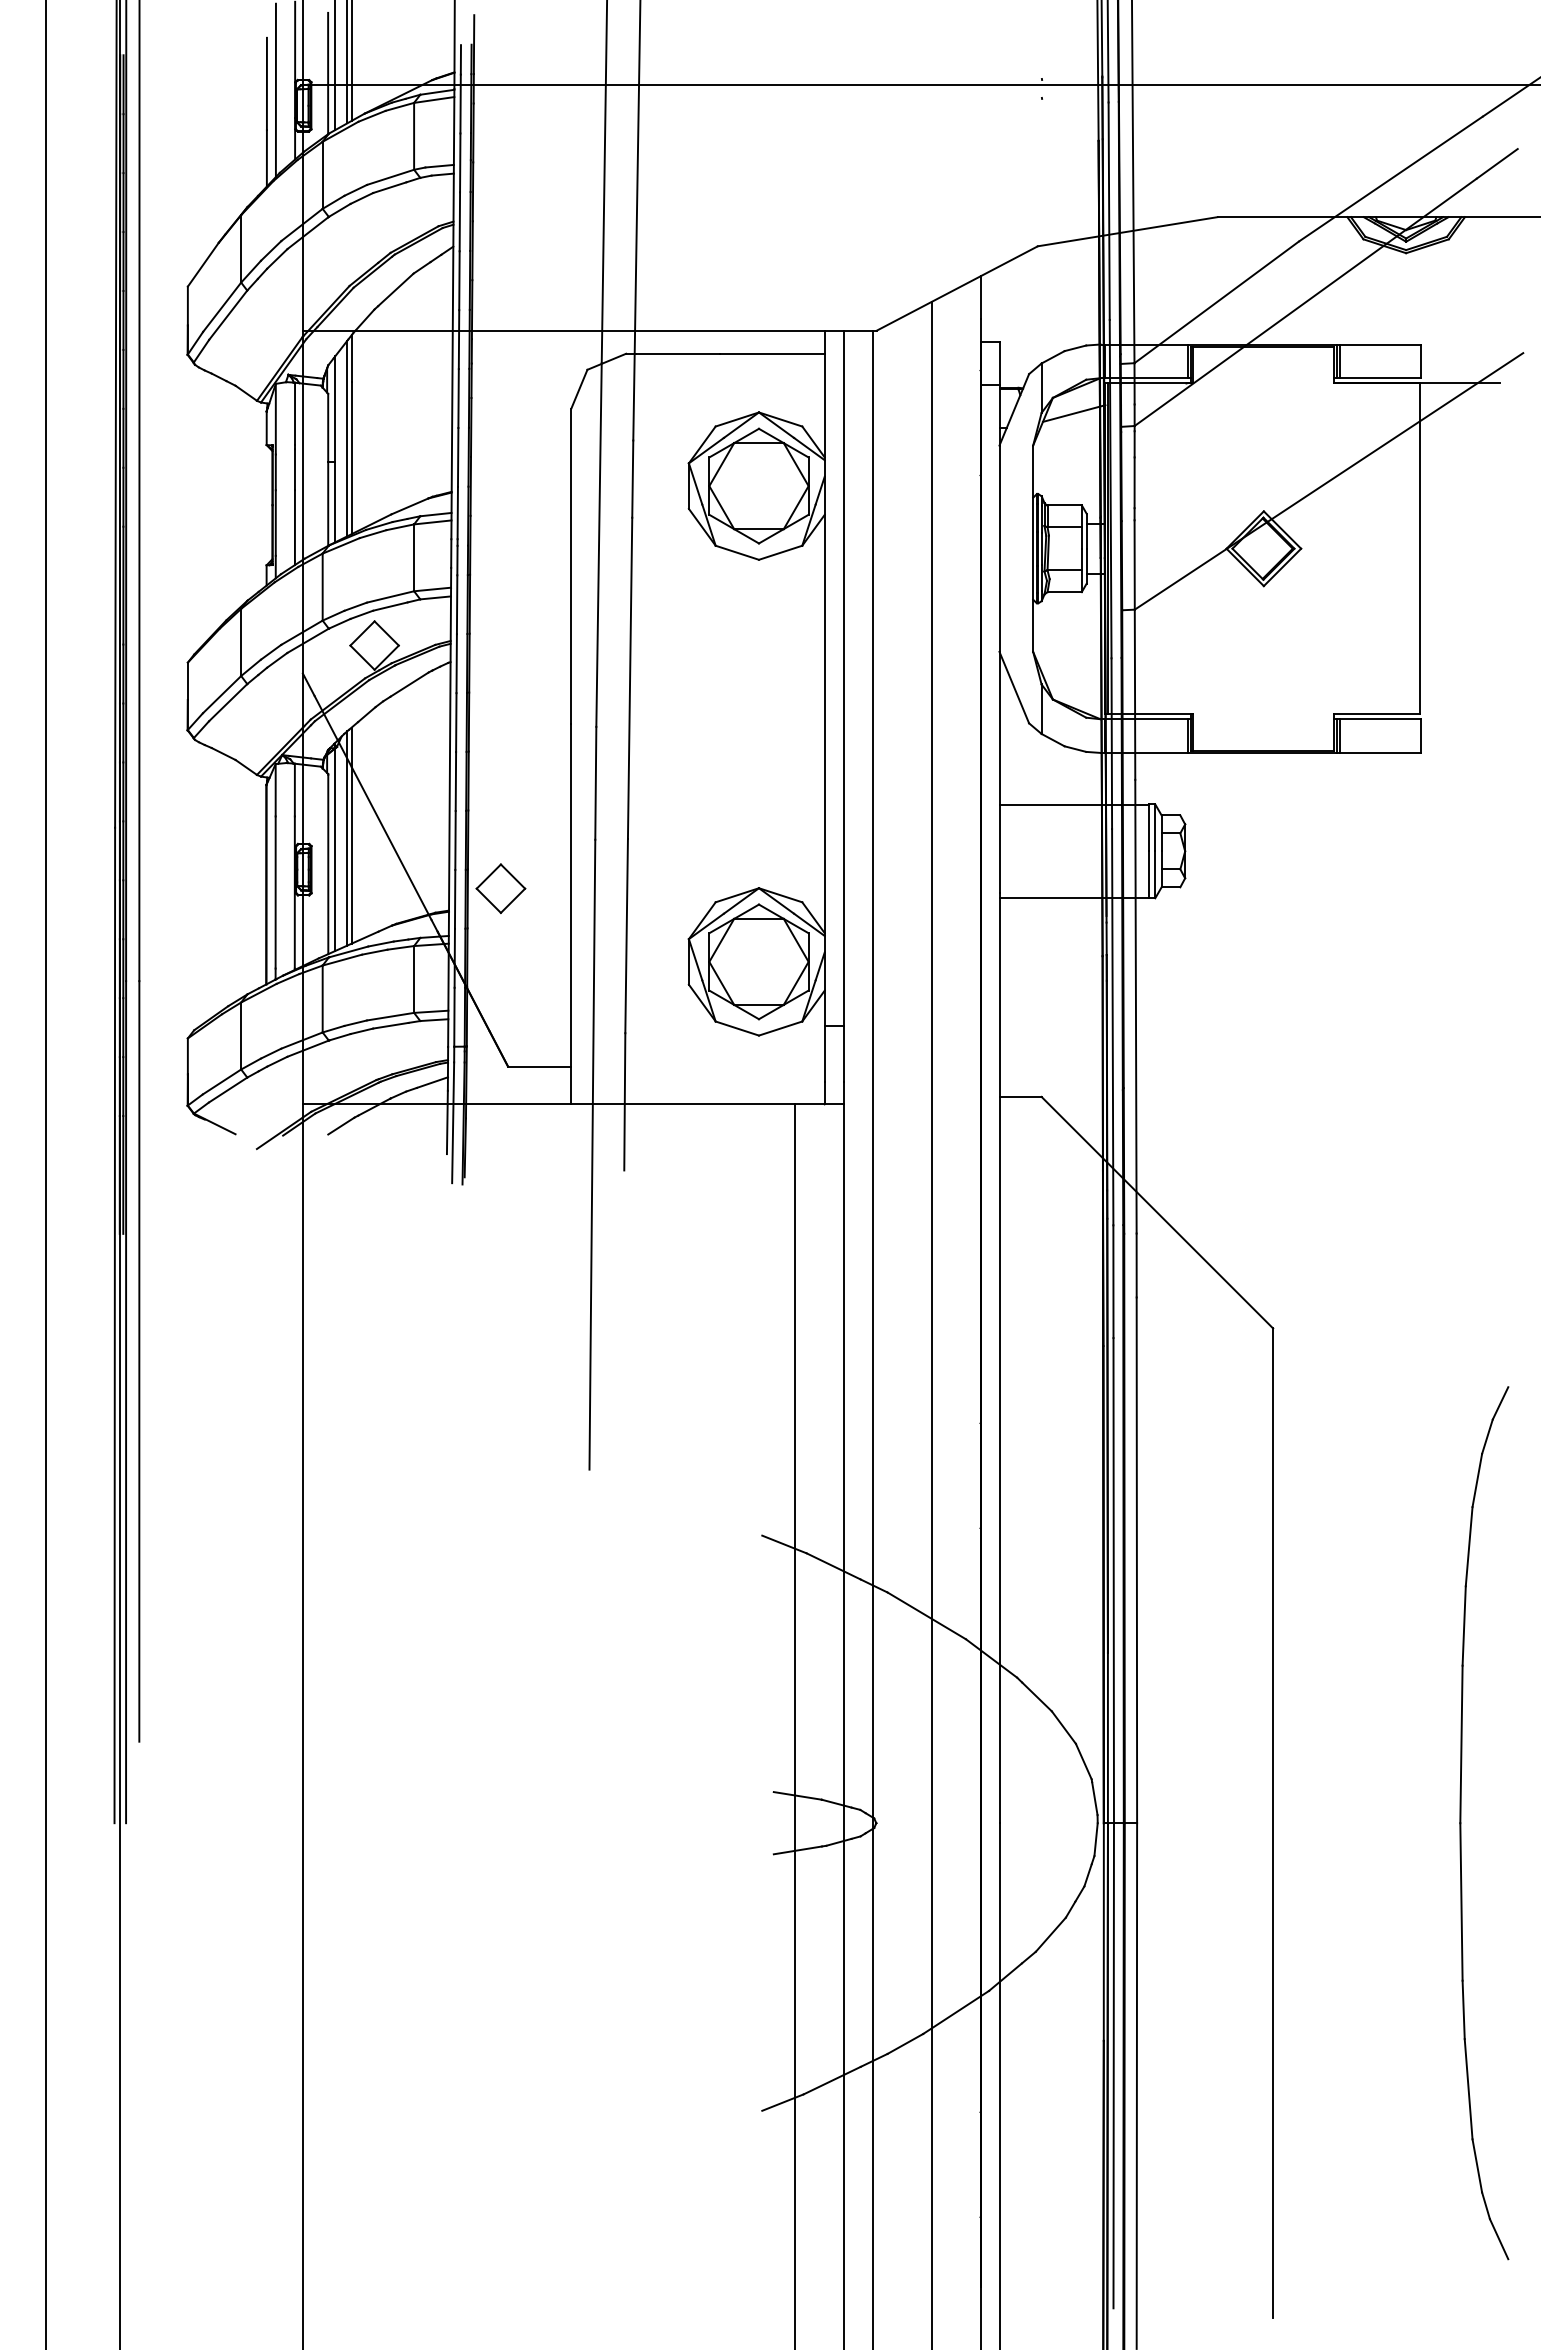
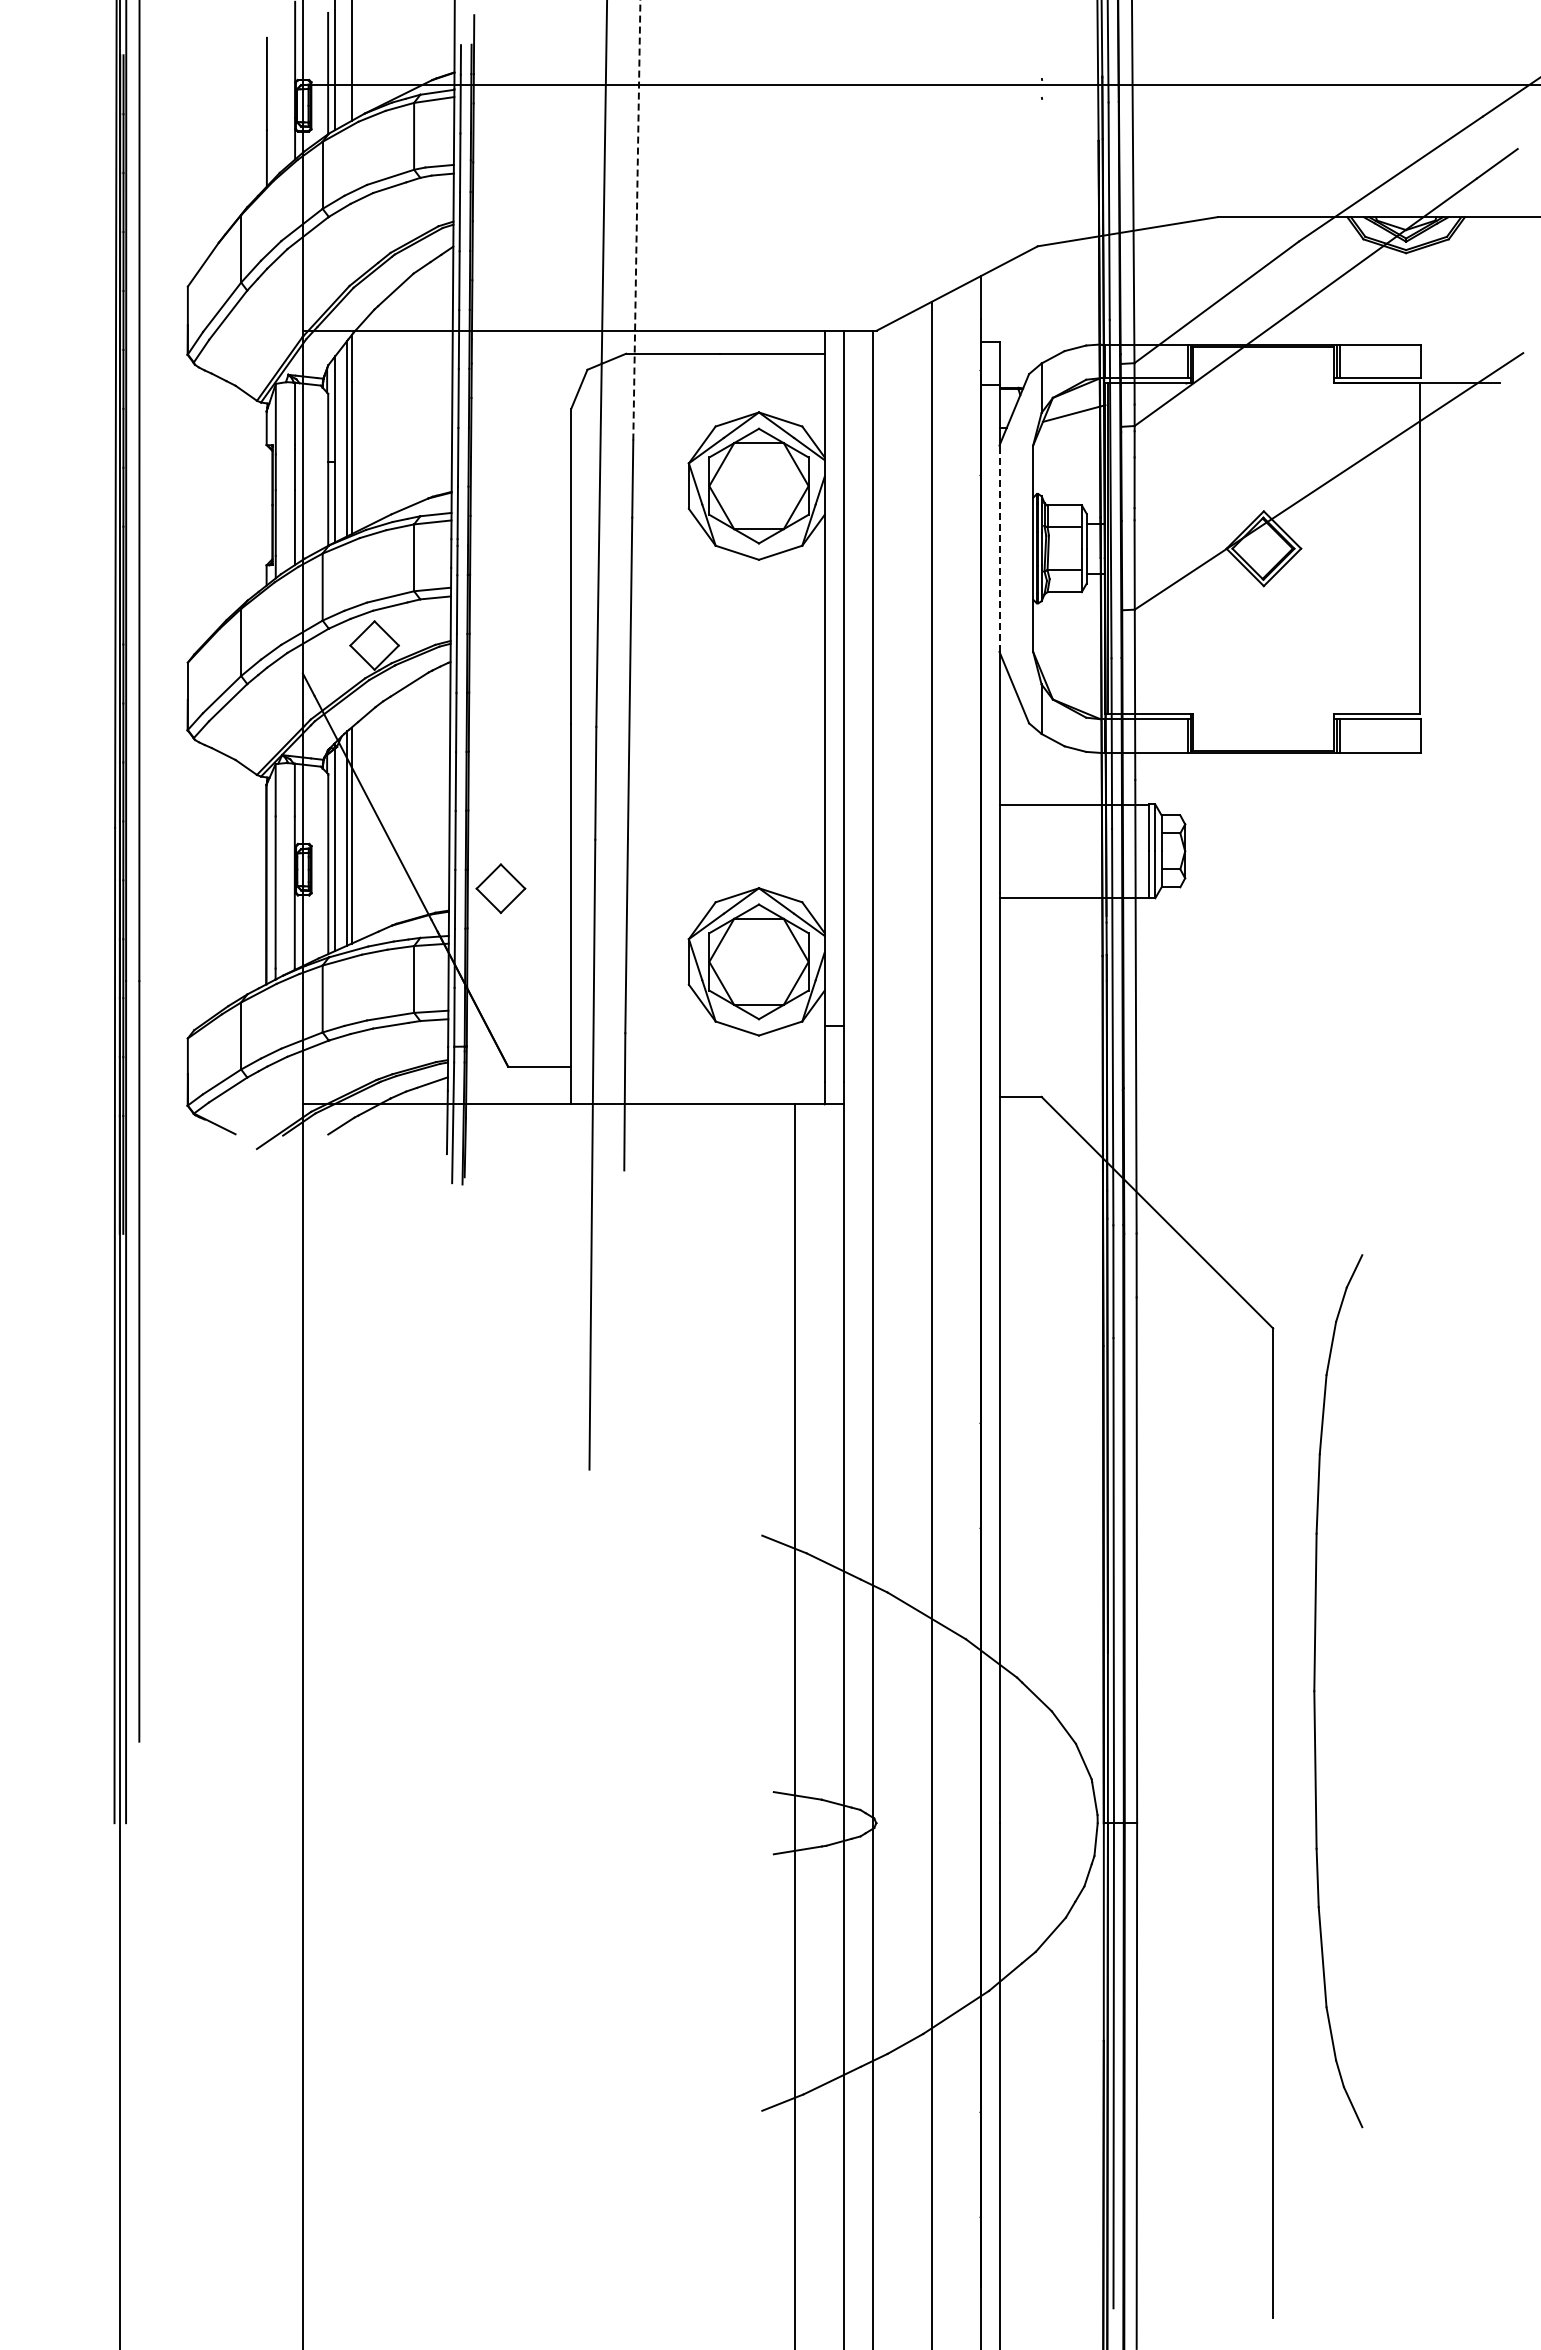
line at (347, 62): present -> none
line at (275, 90): present -> none
line at (636, 219): solid -> dashed
line at (999, 548): solid -> dashed
line at (46, 1174): present -> none
part at (1461, 1823) position: (1461, 1823) -> (1315, 1691)
